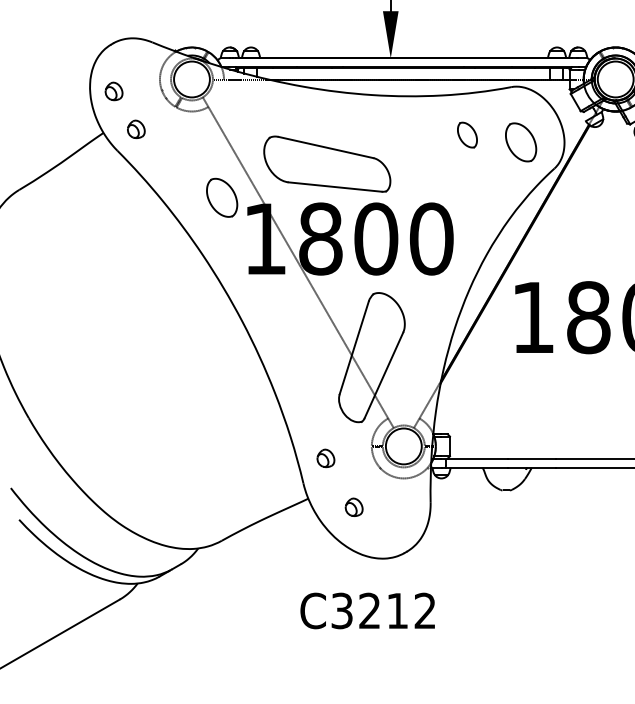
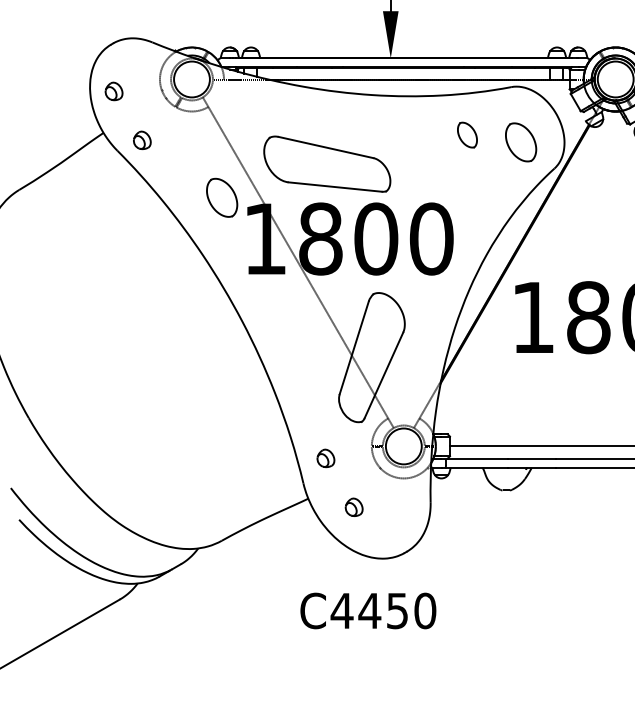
part at (136, 128) position: (136, 128) -> (142, 139)
line at (540, 445): none -> present
text at (383, 610): C3212 -> C4450
